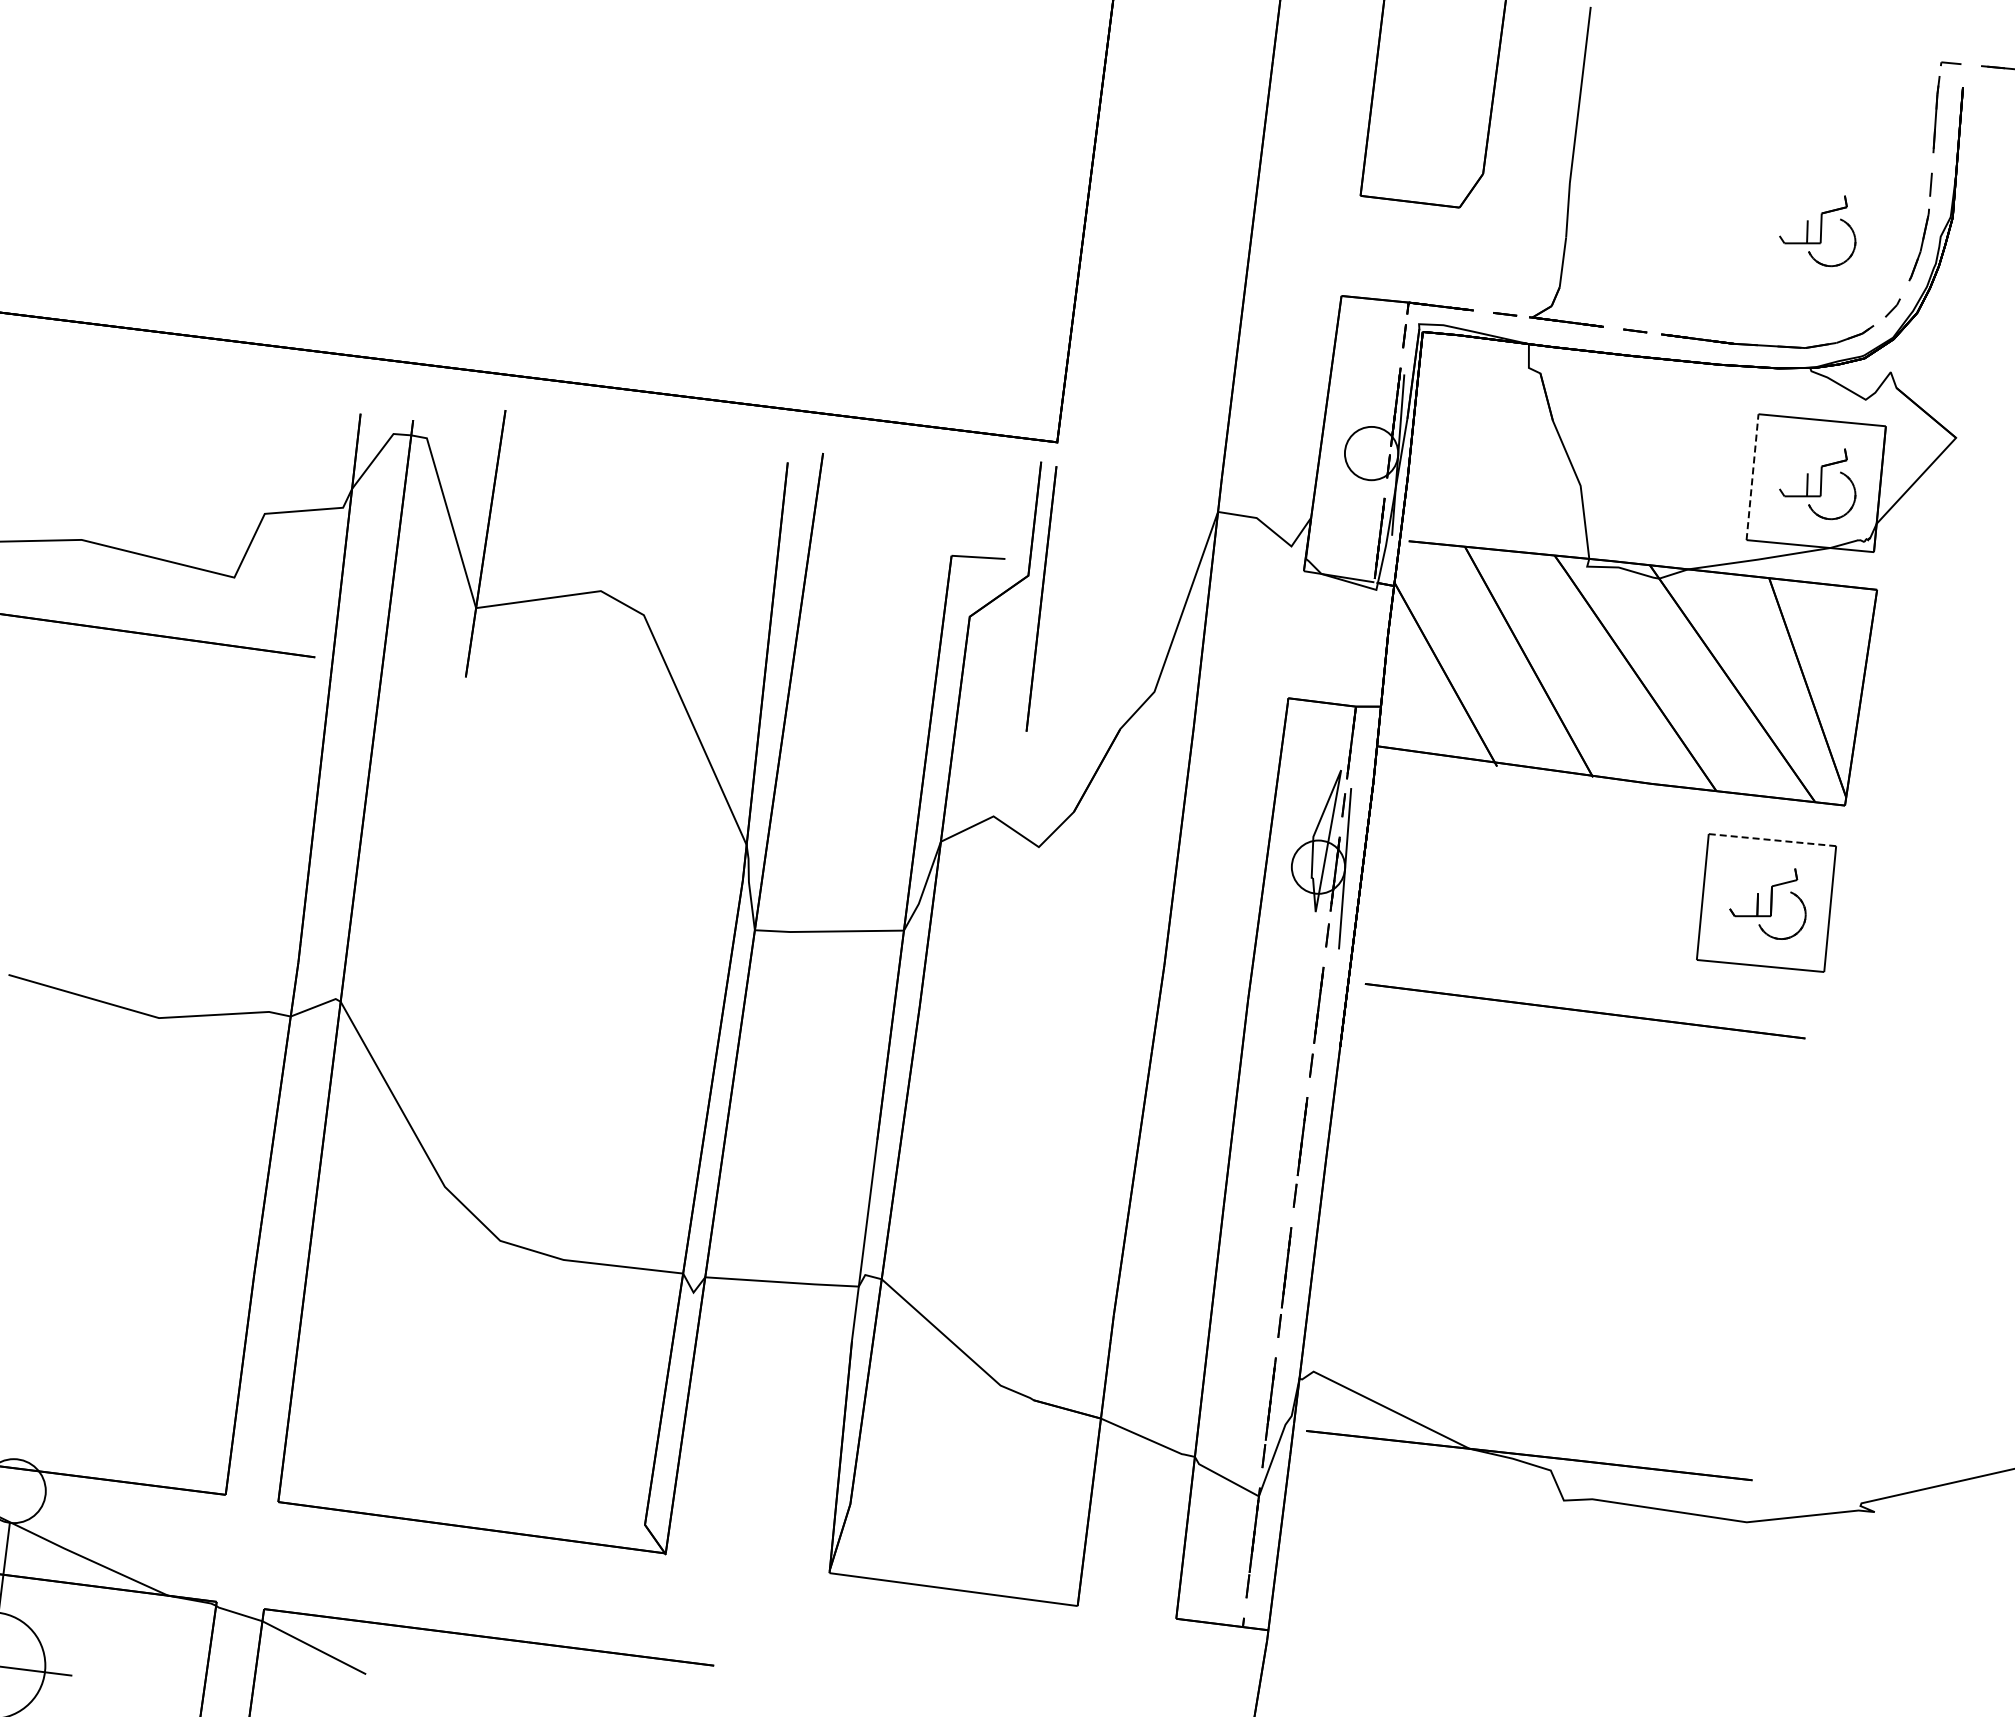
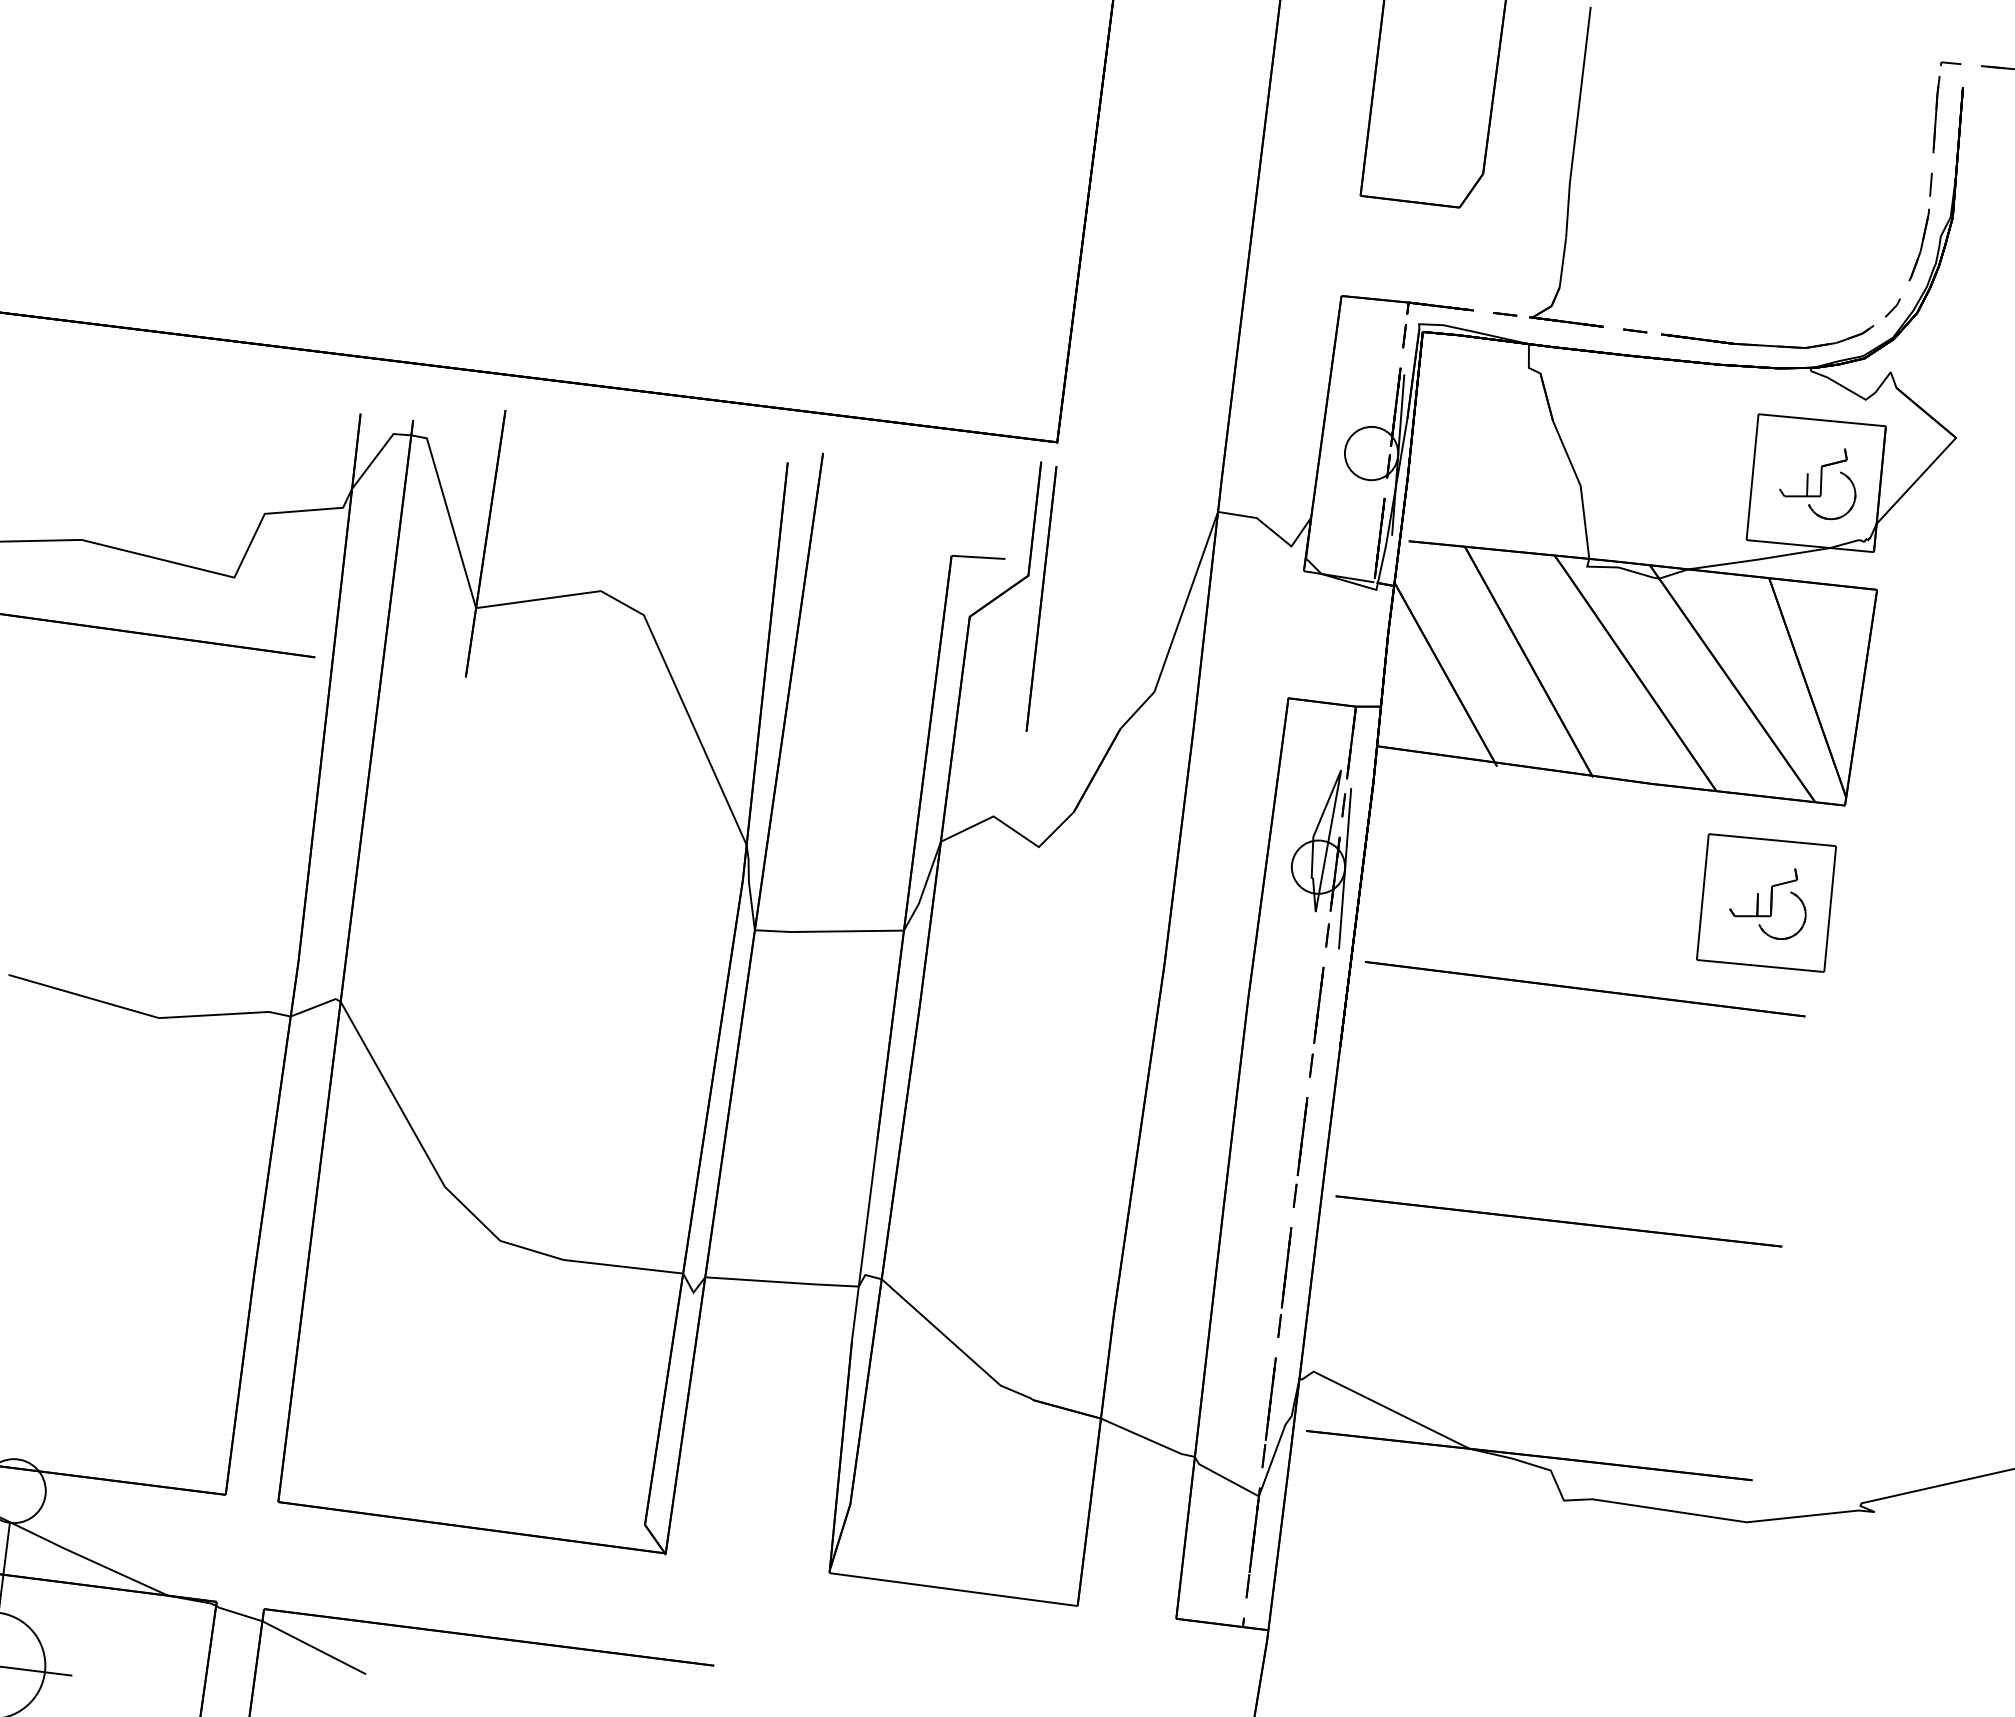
part at (1817, 231): present -> none
line at (1752, 476): dashed -> solid
line at (1772, 840): dashed -> solid
line at (1584, 1011) position: (1584, 1011) -> (1584, 989)
line at (1558, 1221): none -> present
